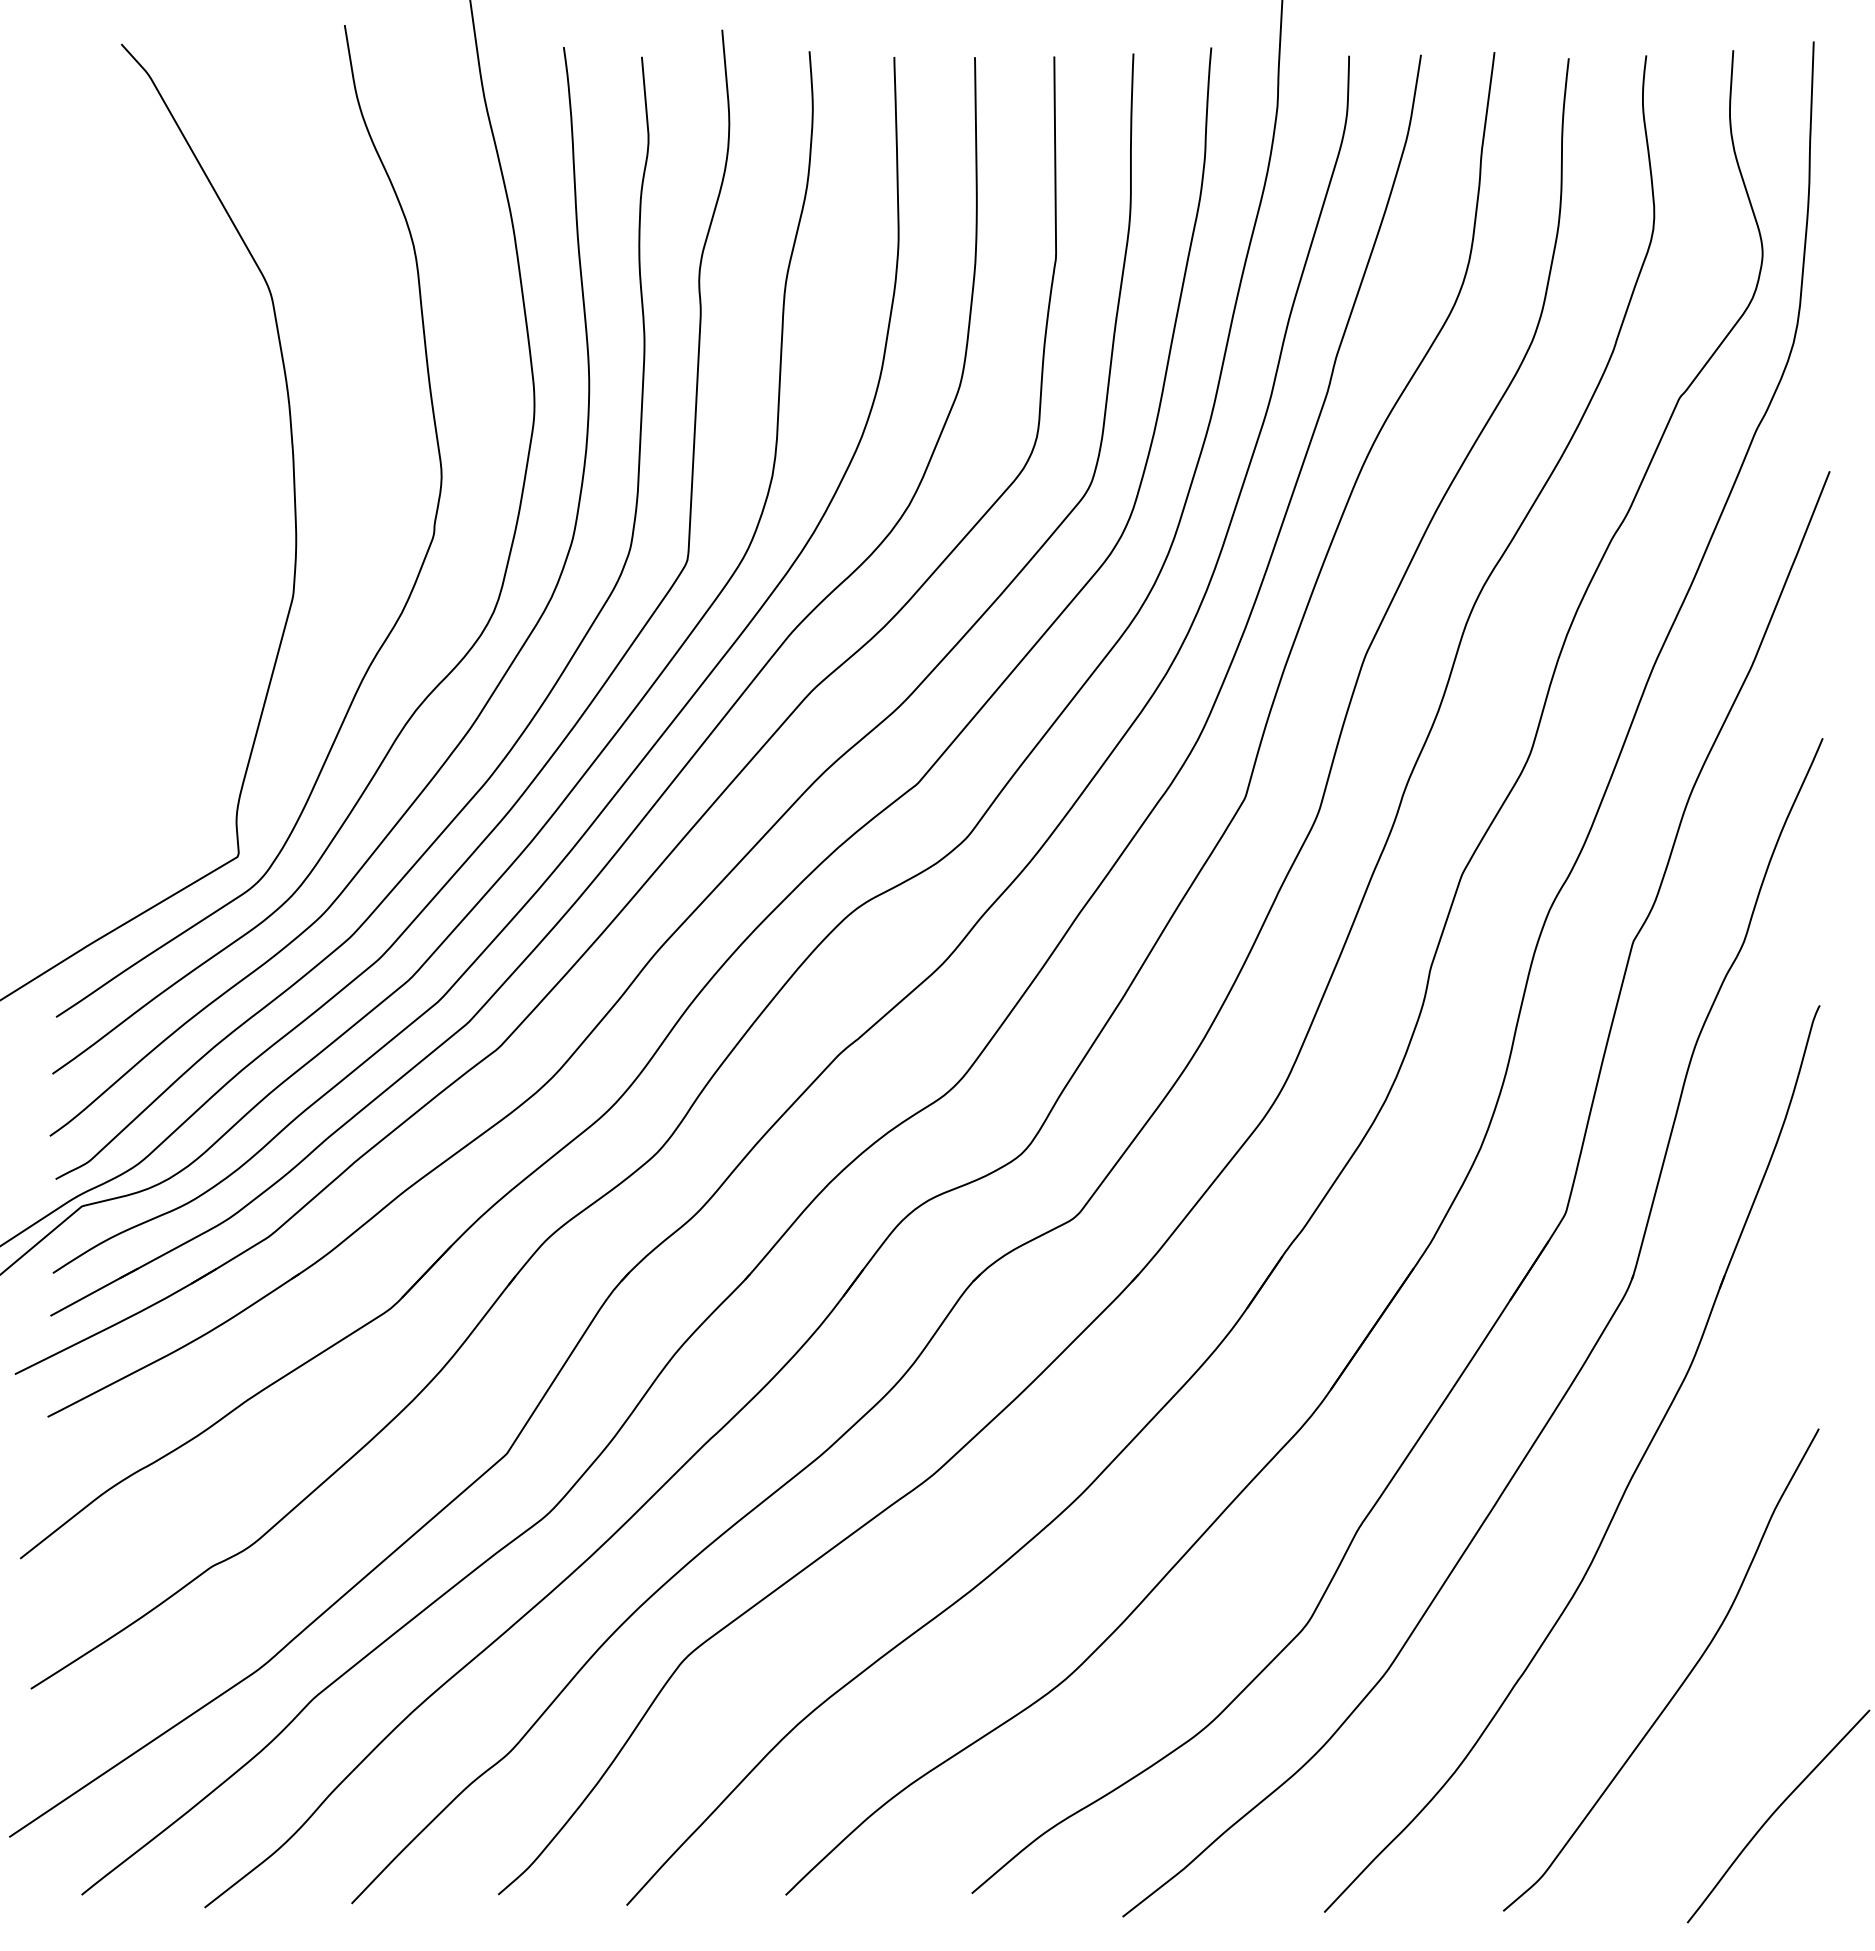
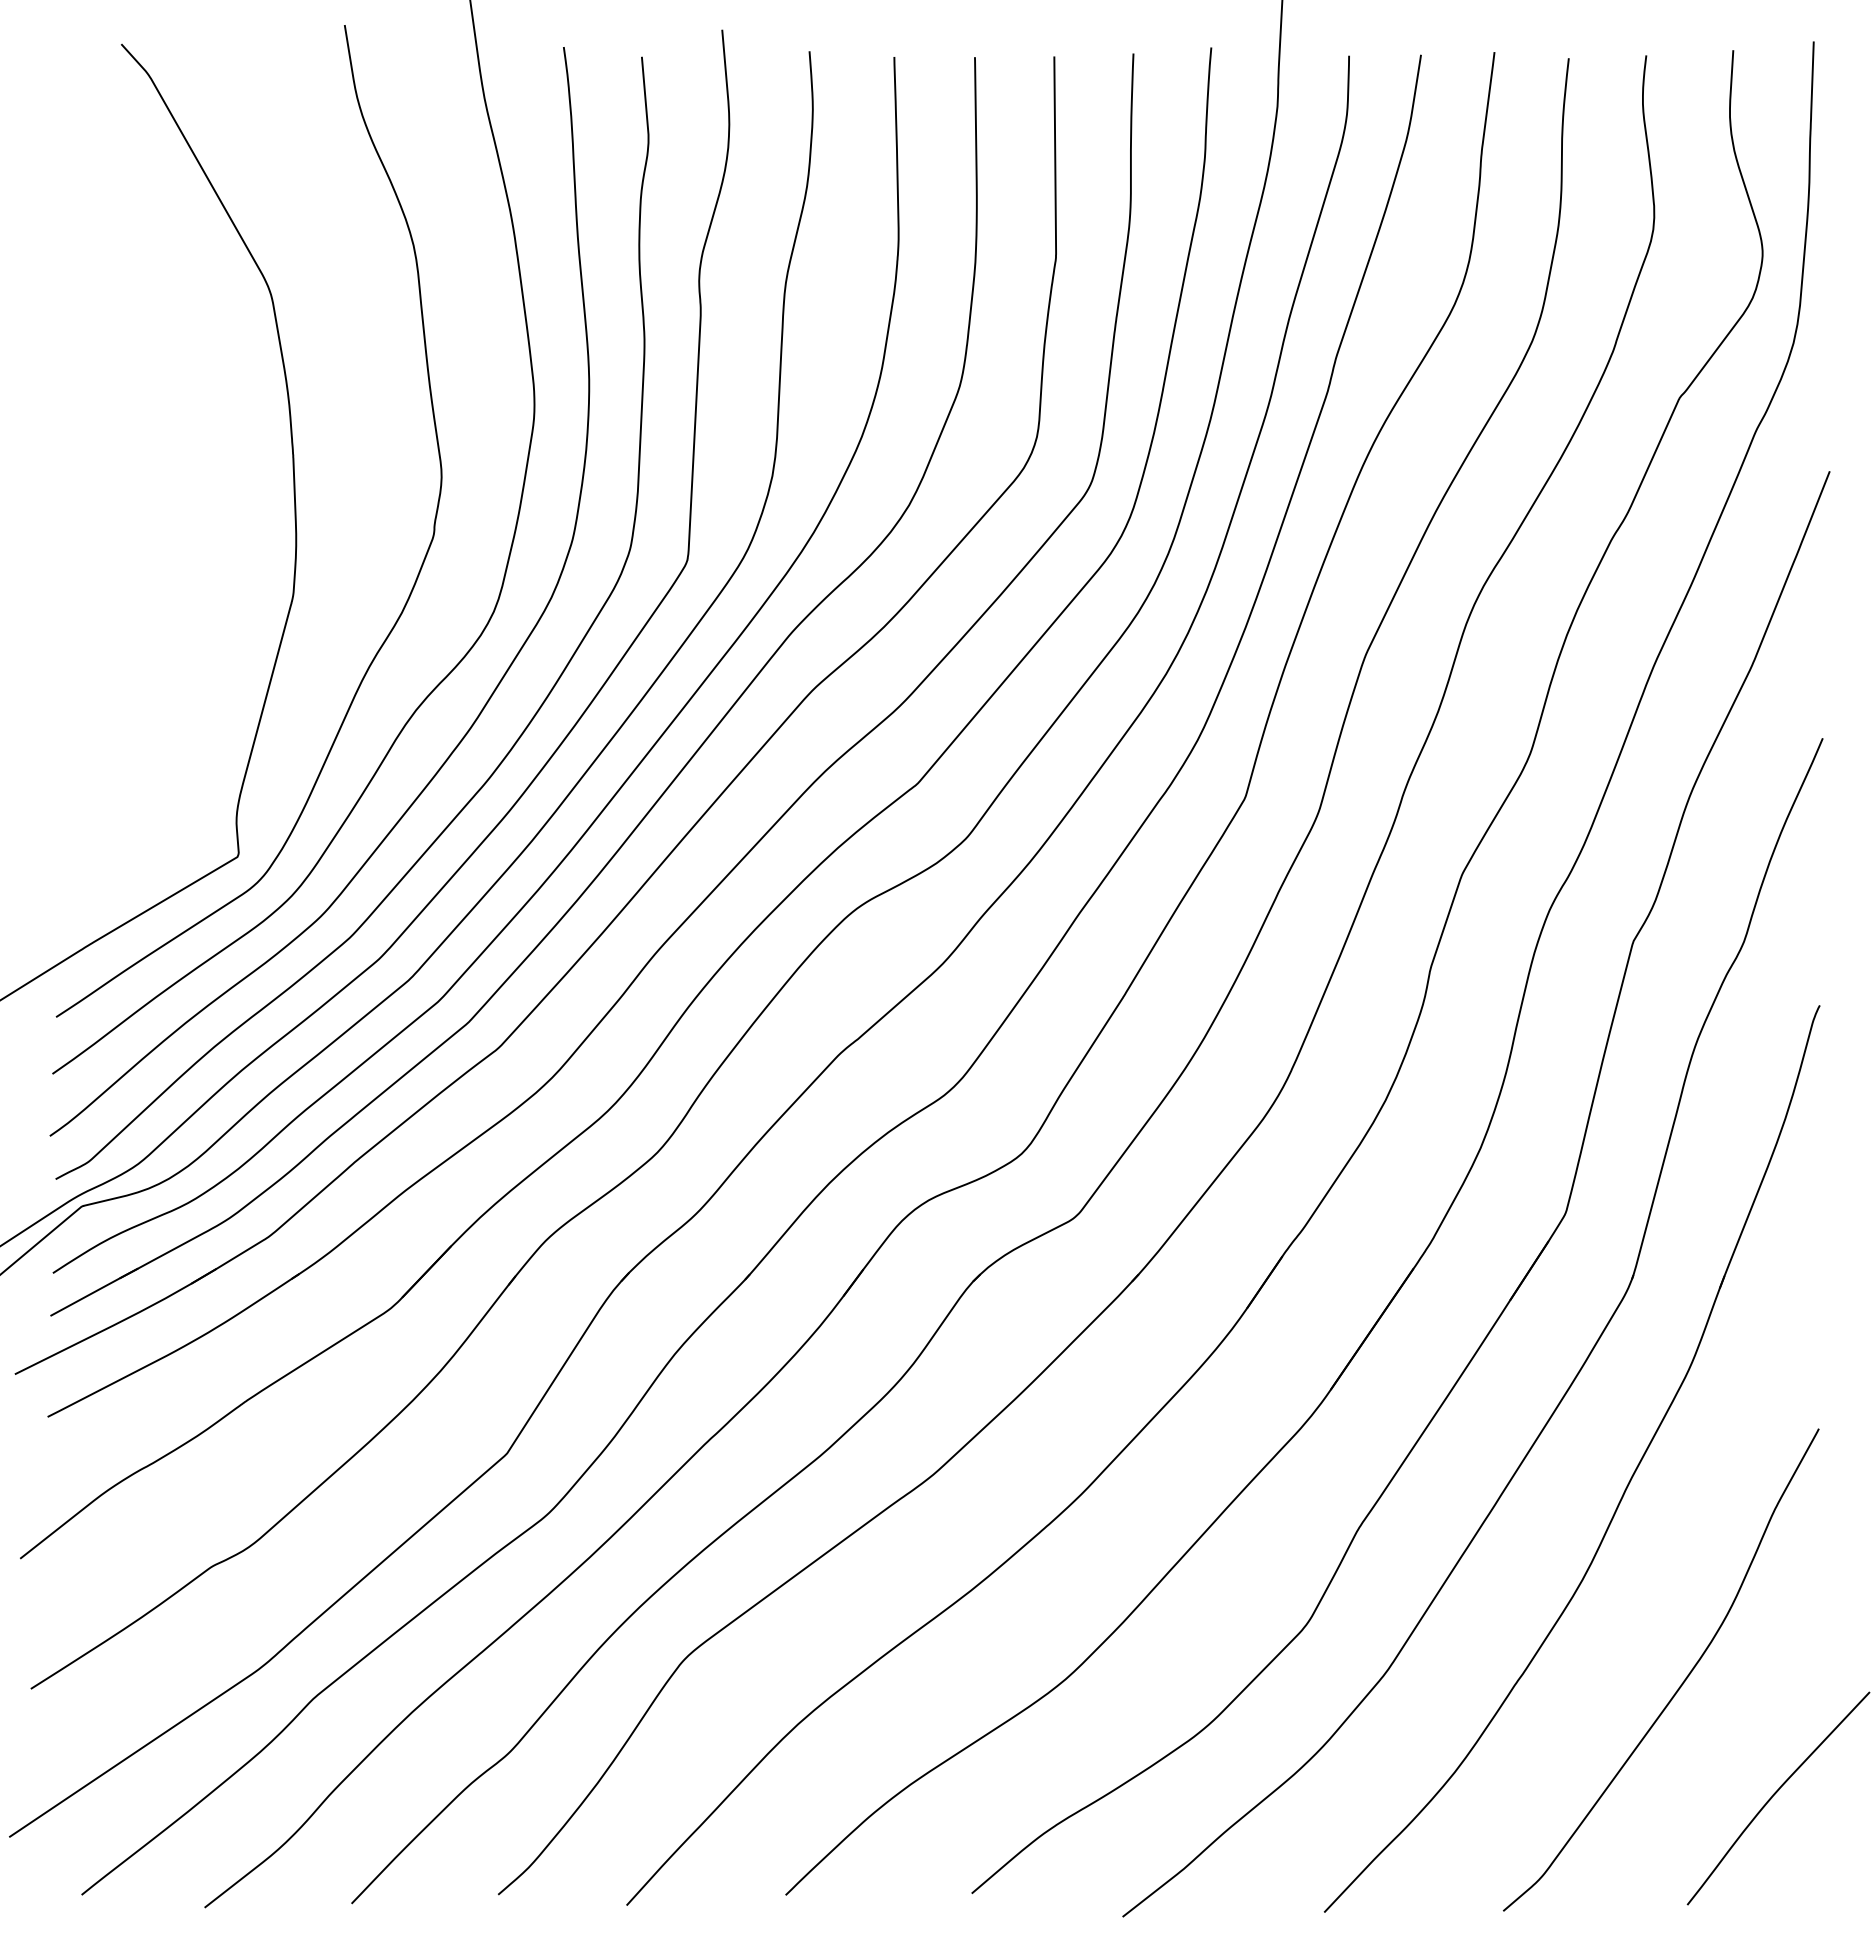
curve at (1775, 1812) position: (1775, 1812) -> (1775, 1794)
